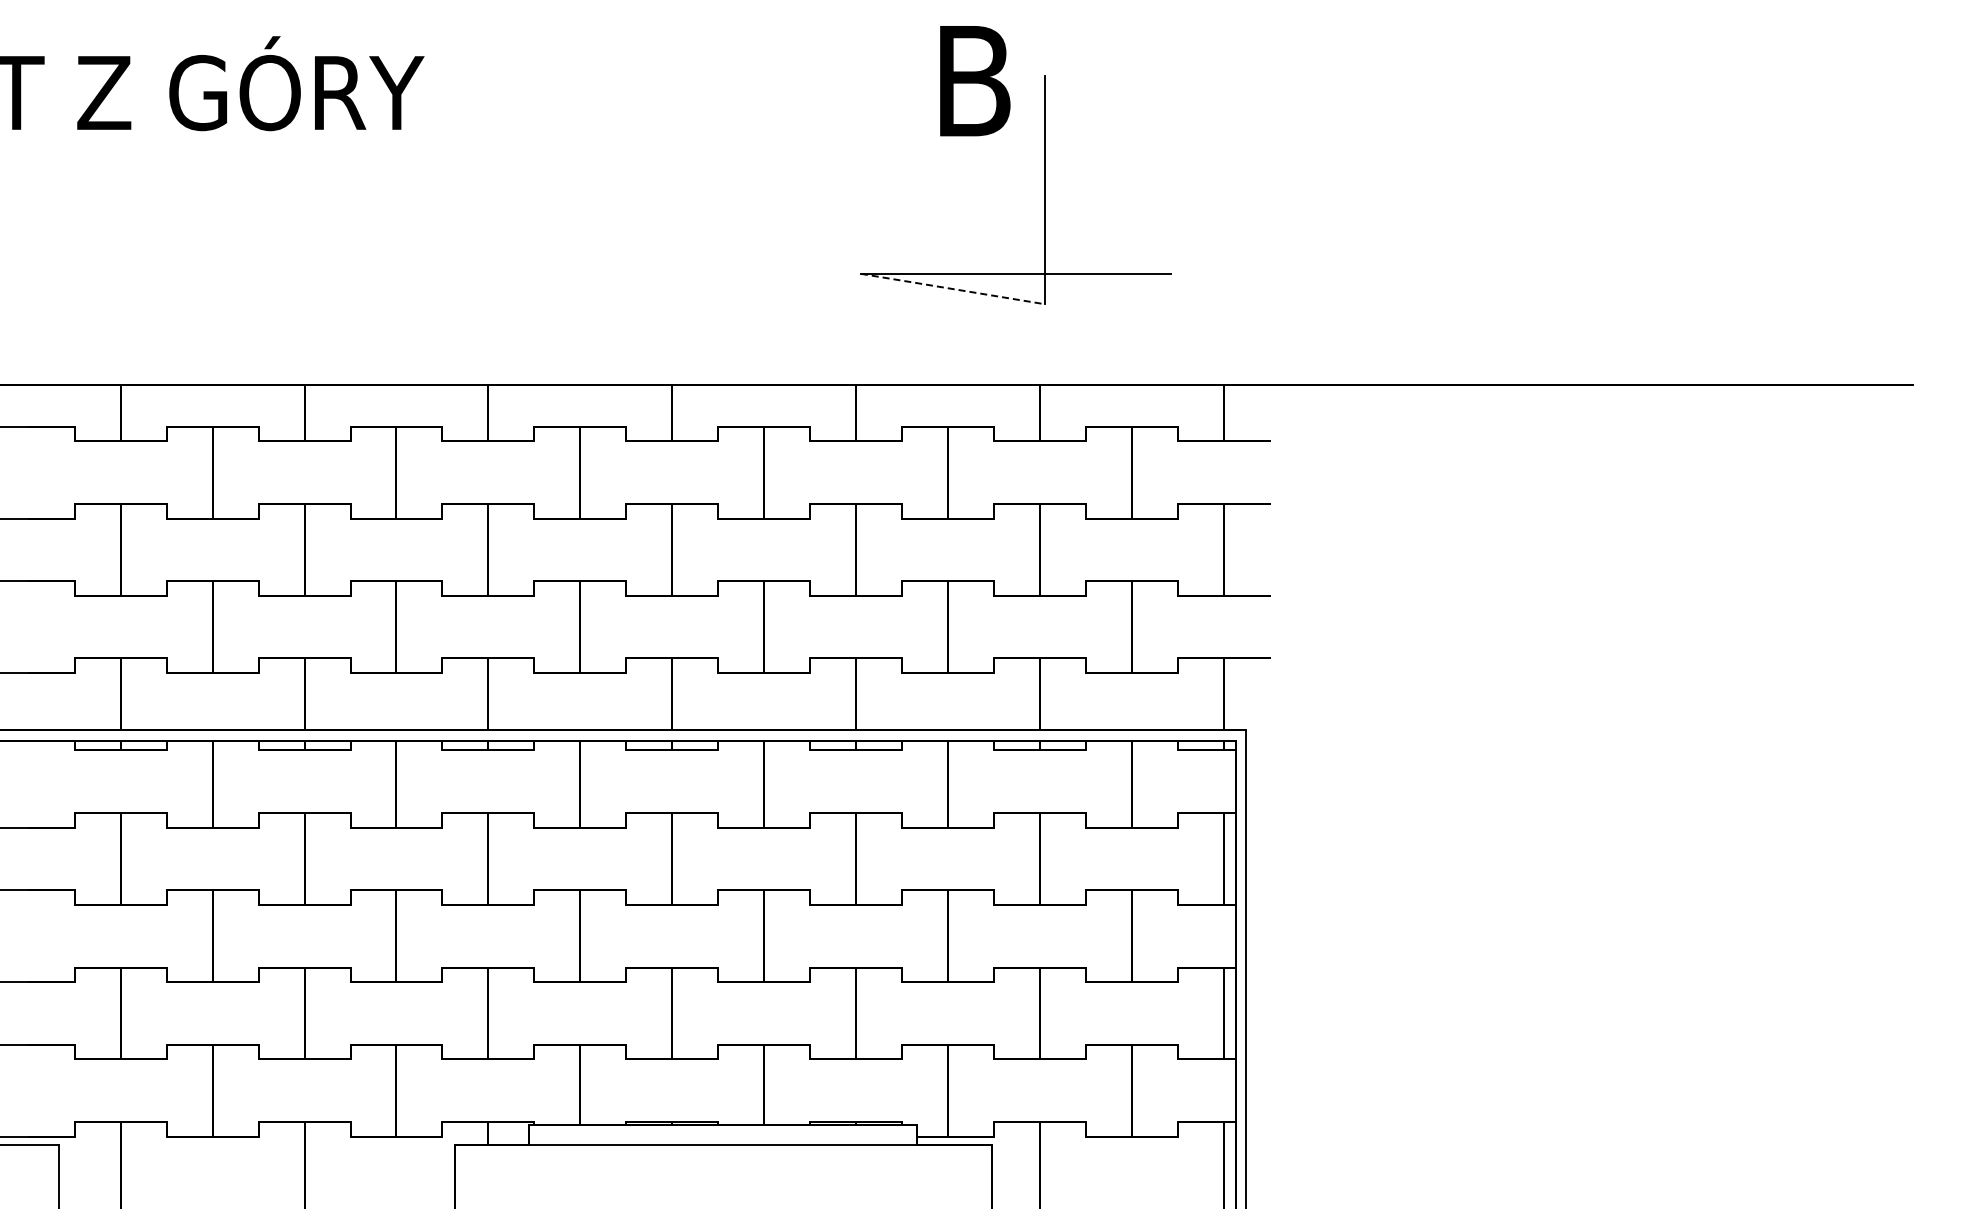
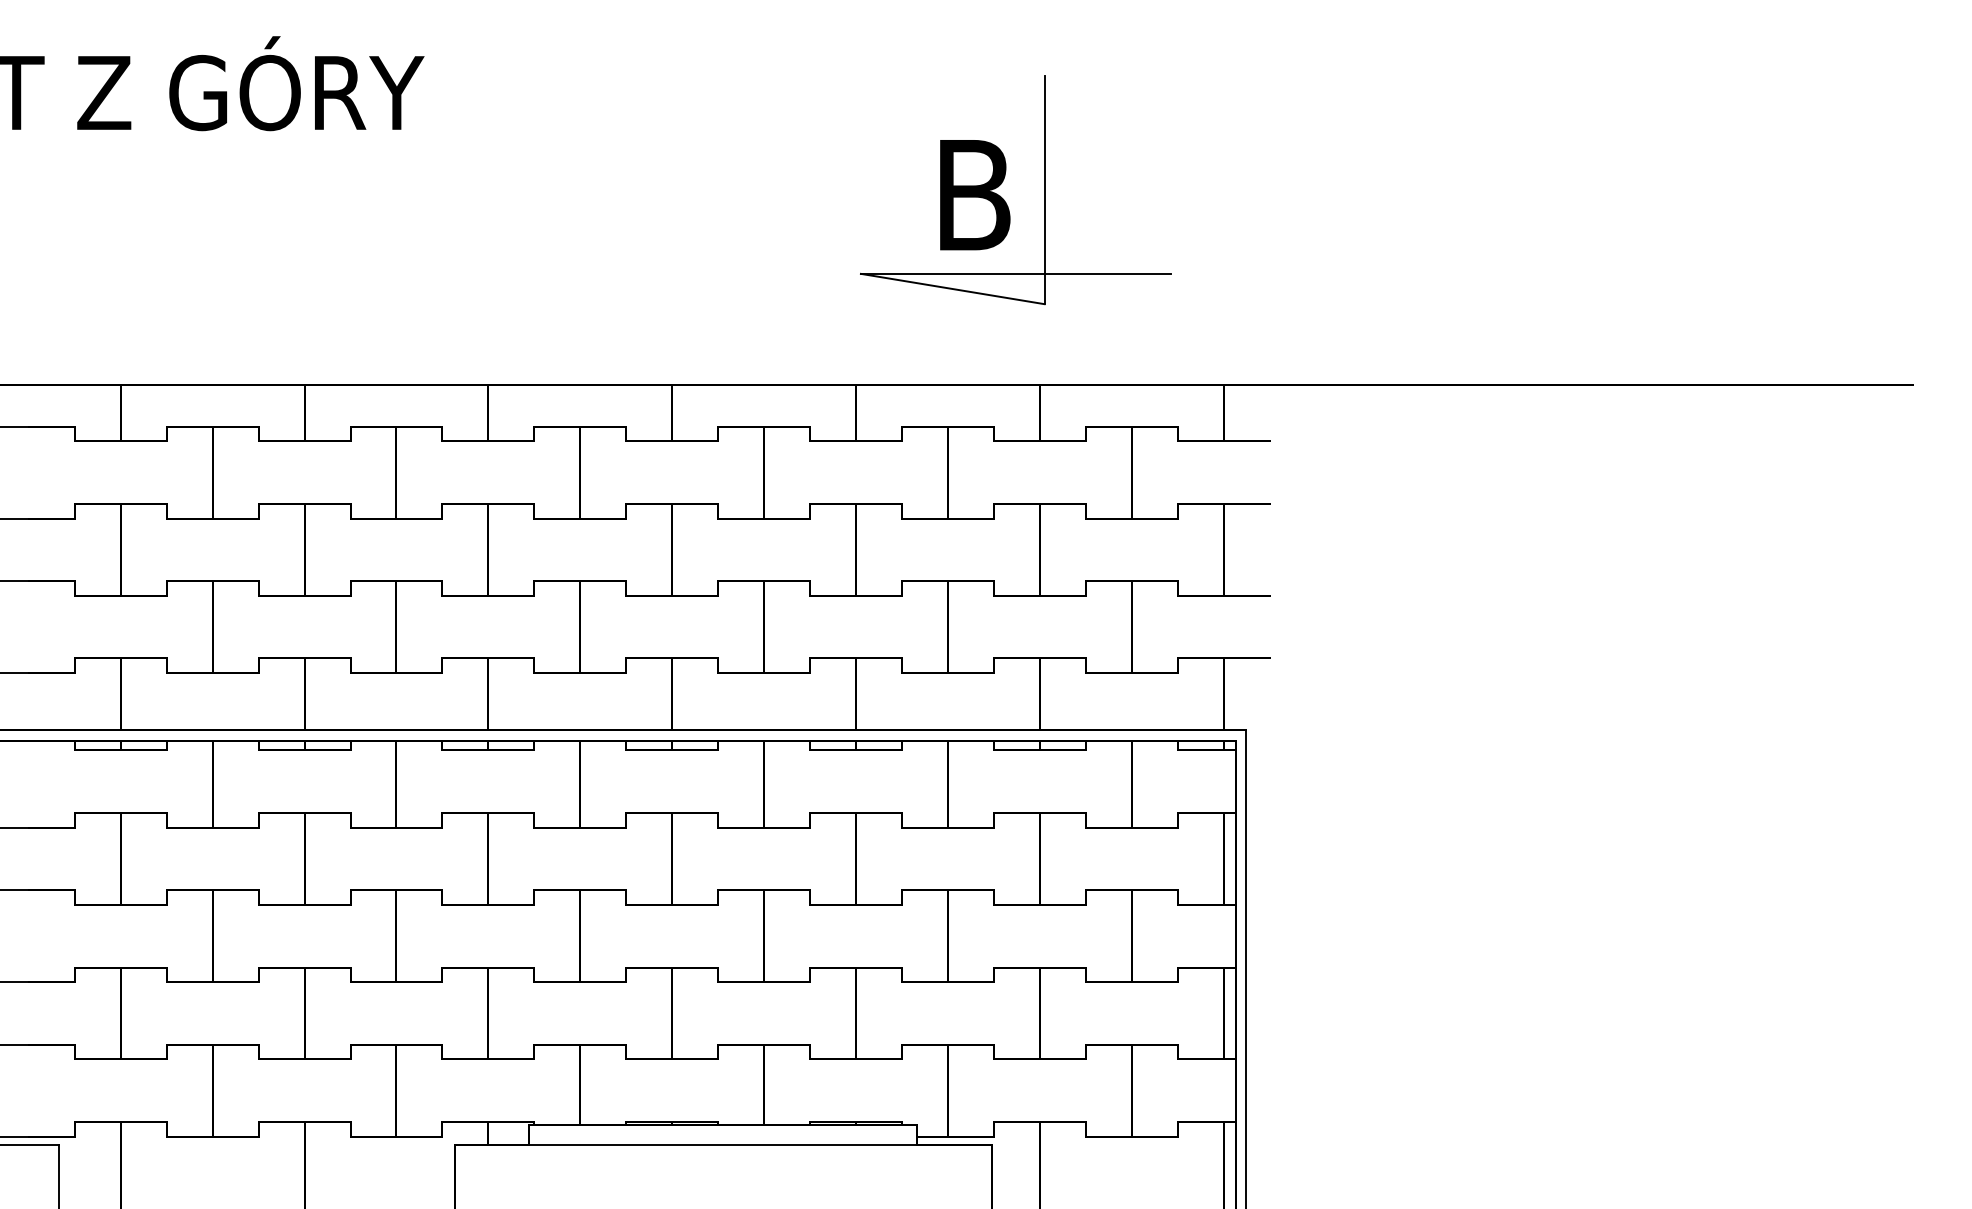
text at (975, 81) position: (975, 81) -> (975, 195)
line at (953, 289): dashed -> solid
